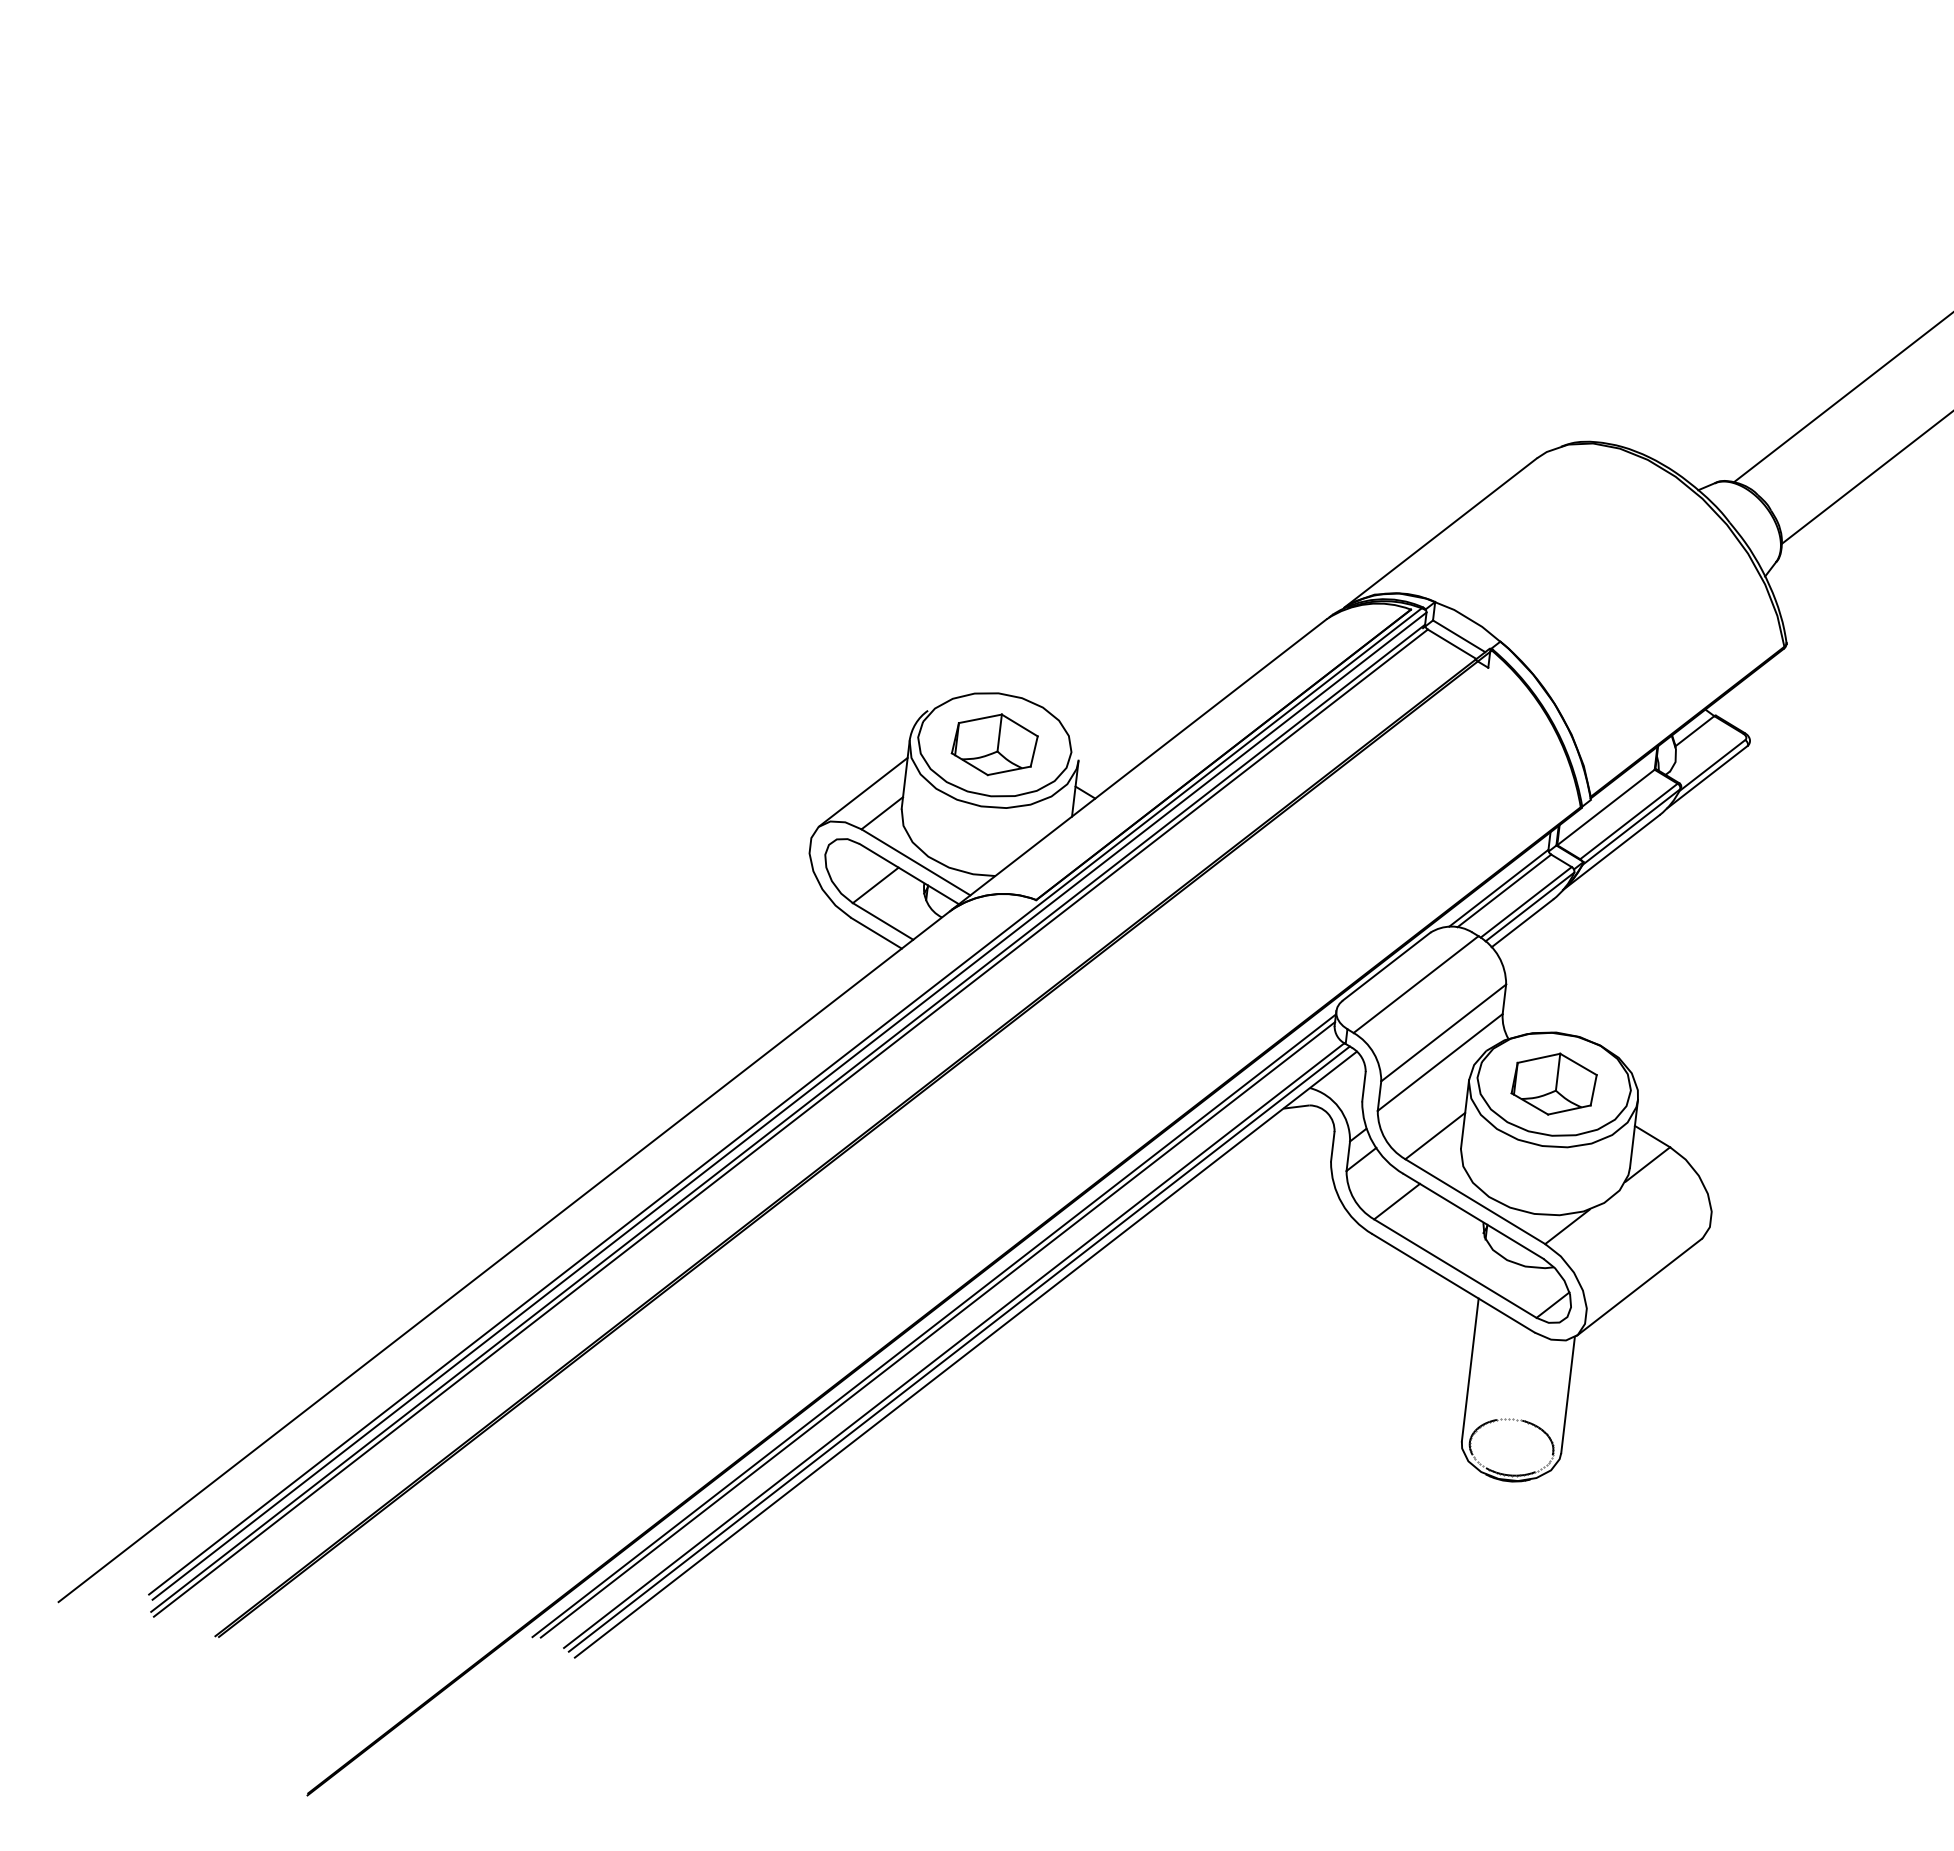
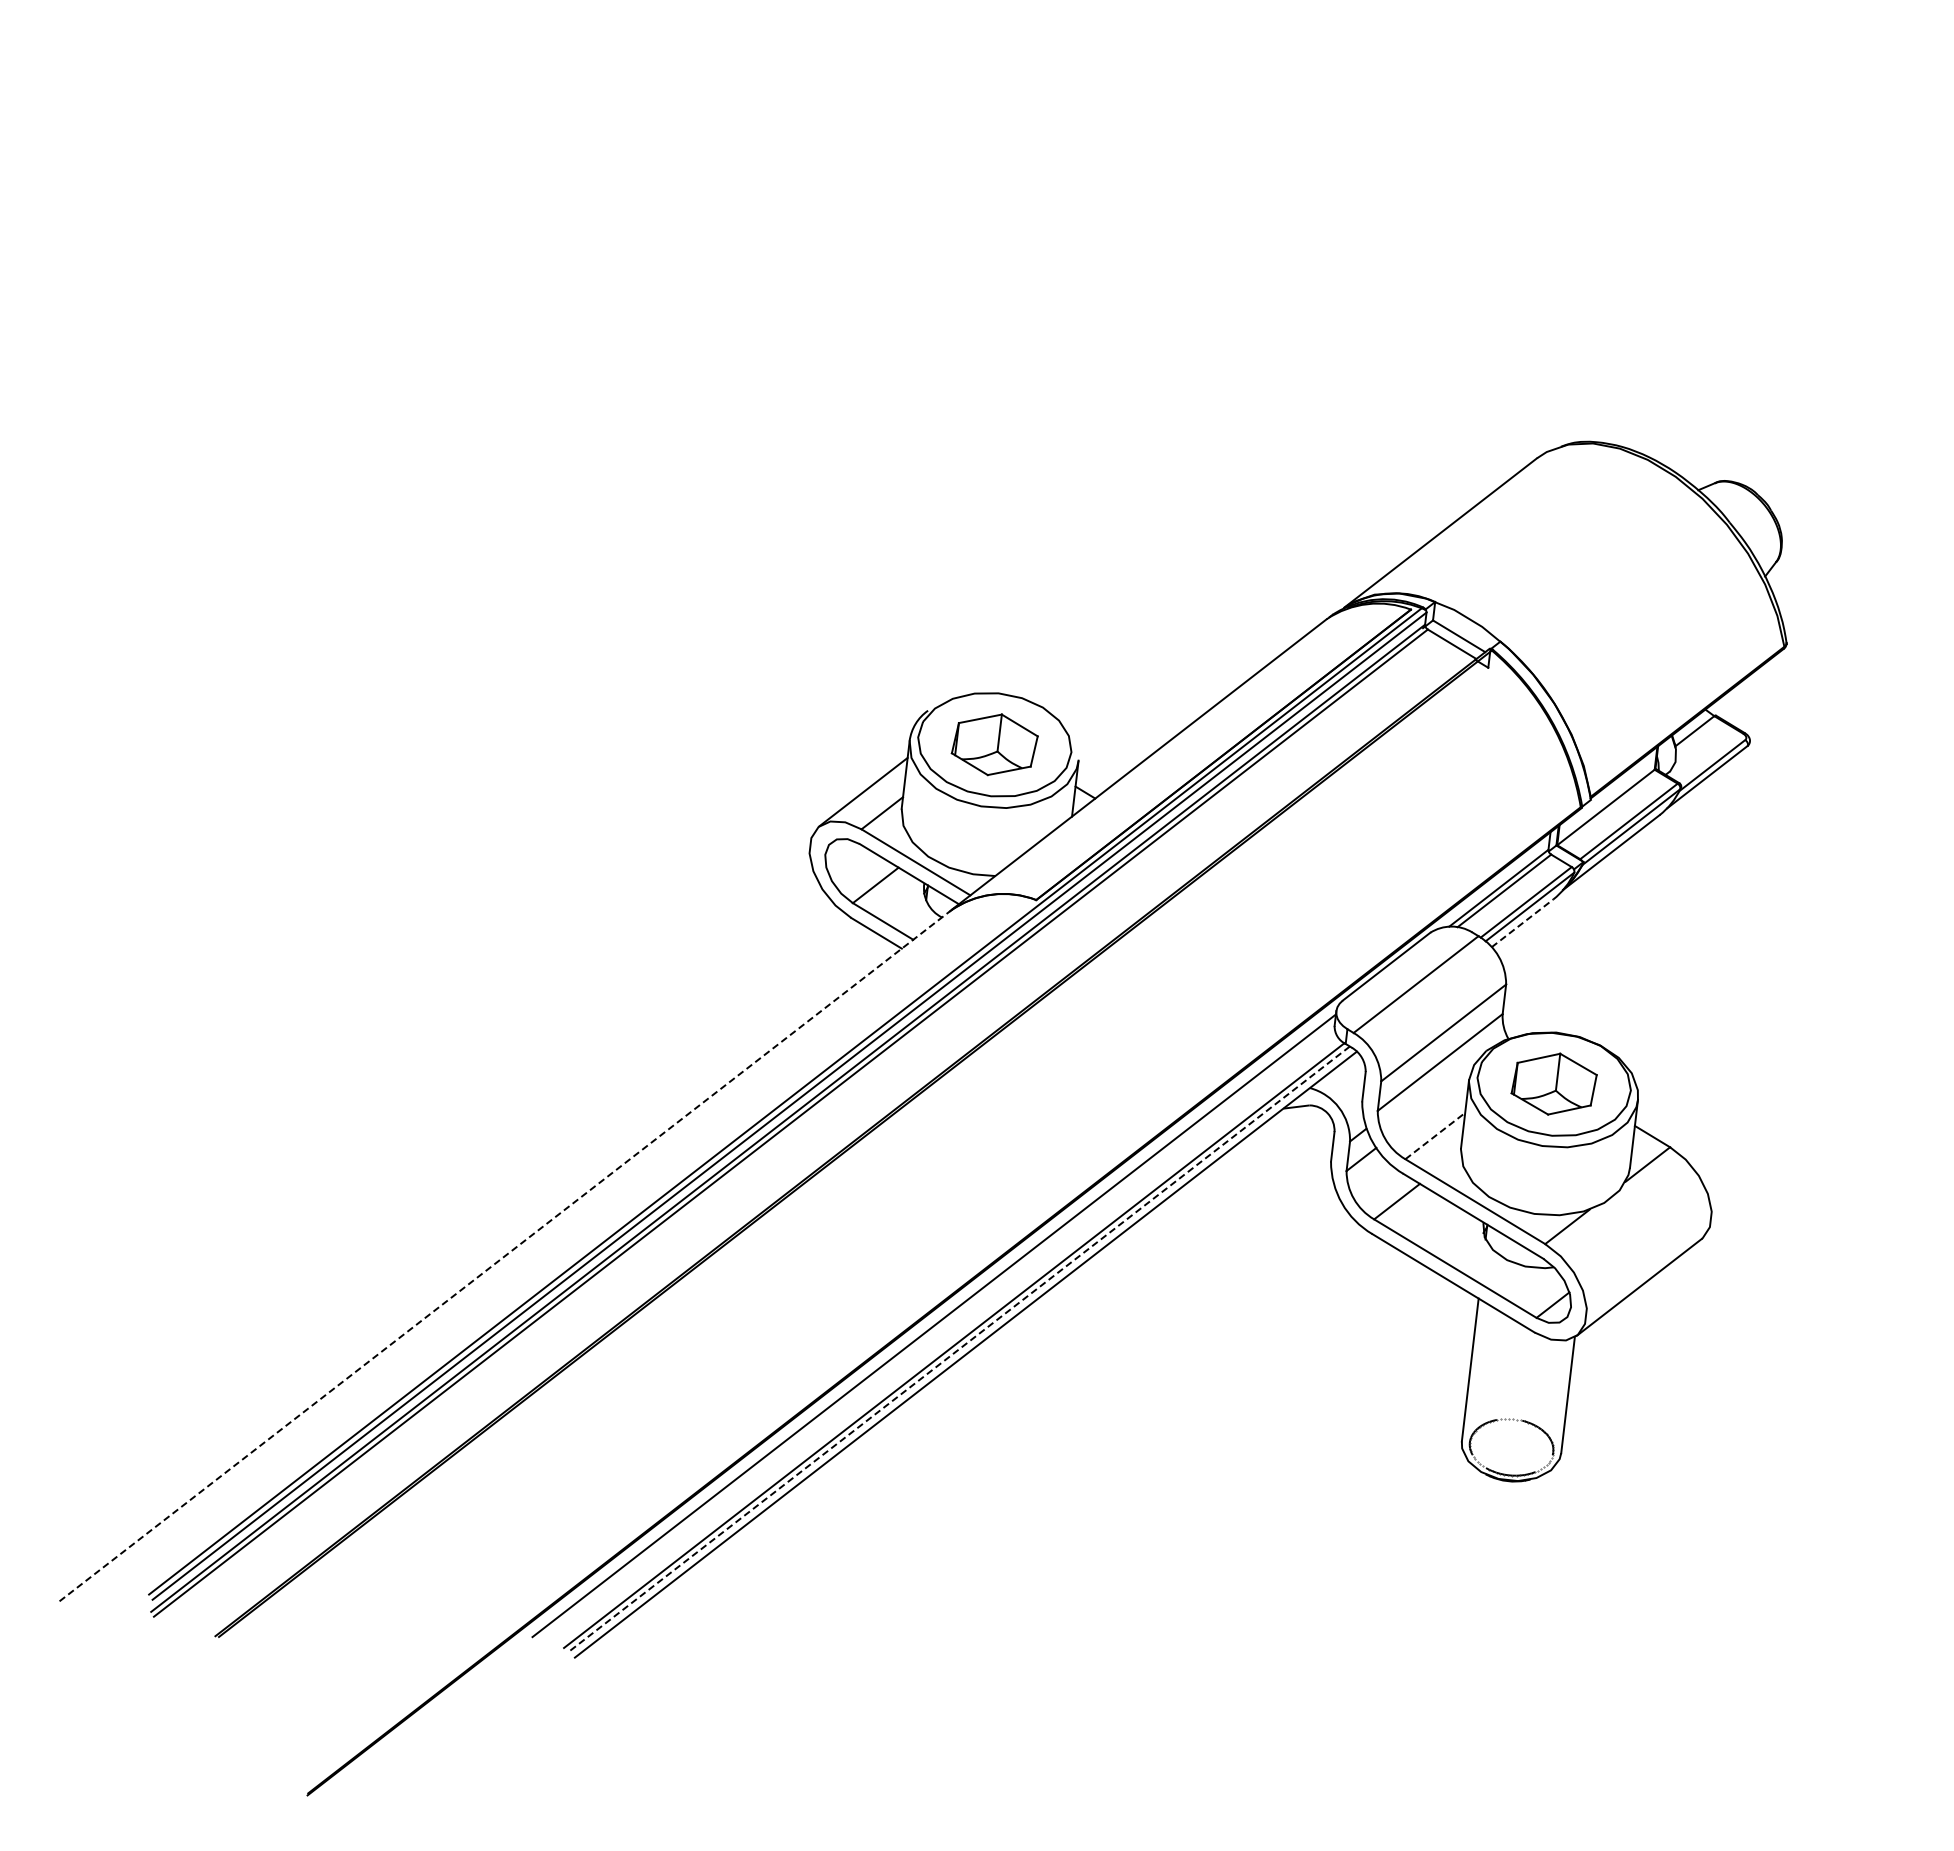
line at (1841, 398): present -> none
line at (1865, 478): present -> none
line at (1522, 923): solid -> dashed
line at (1435, 1136): solid -> dashed
line at (504, 1256): solid -> dashed
line at (937, 1329): present -> none
line at (959, 1349): solid -> dashed
